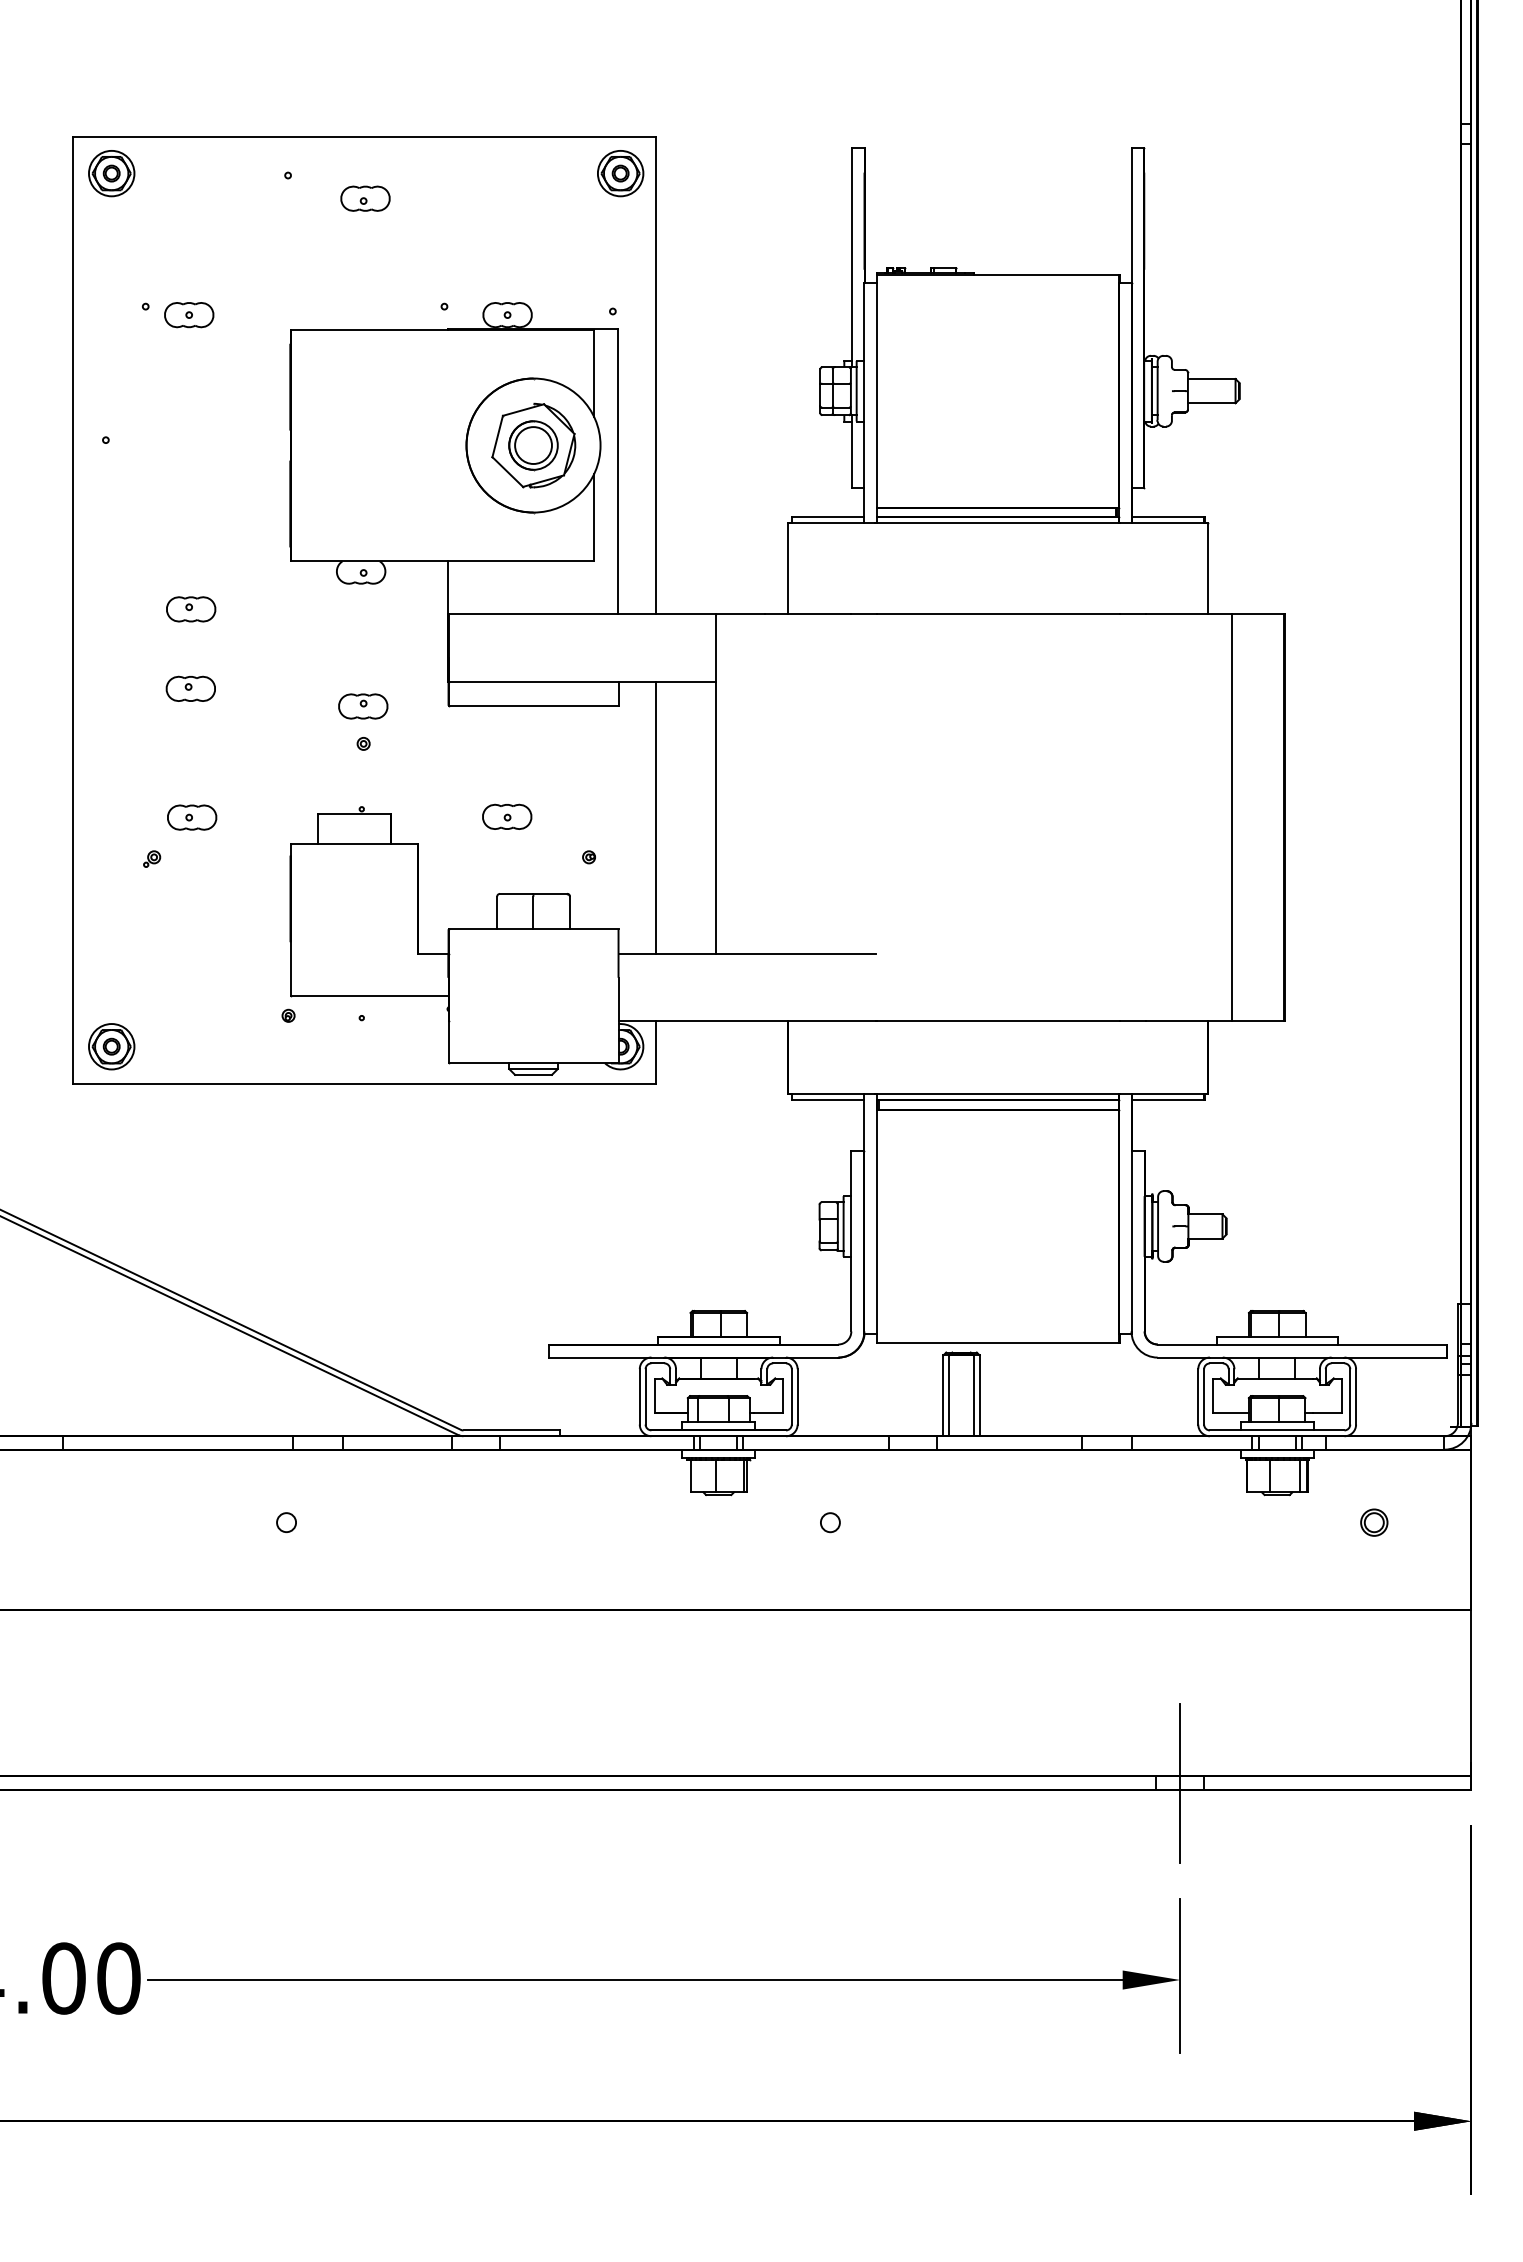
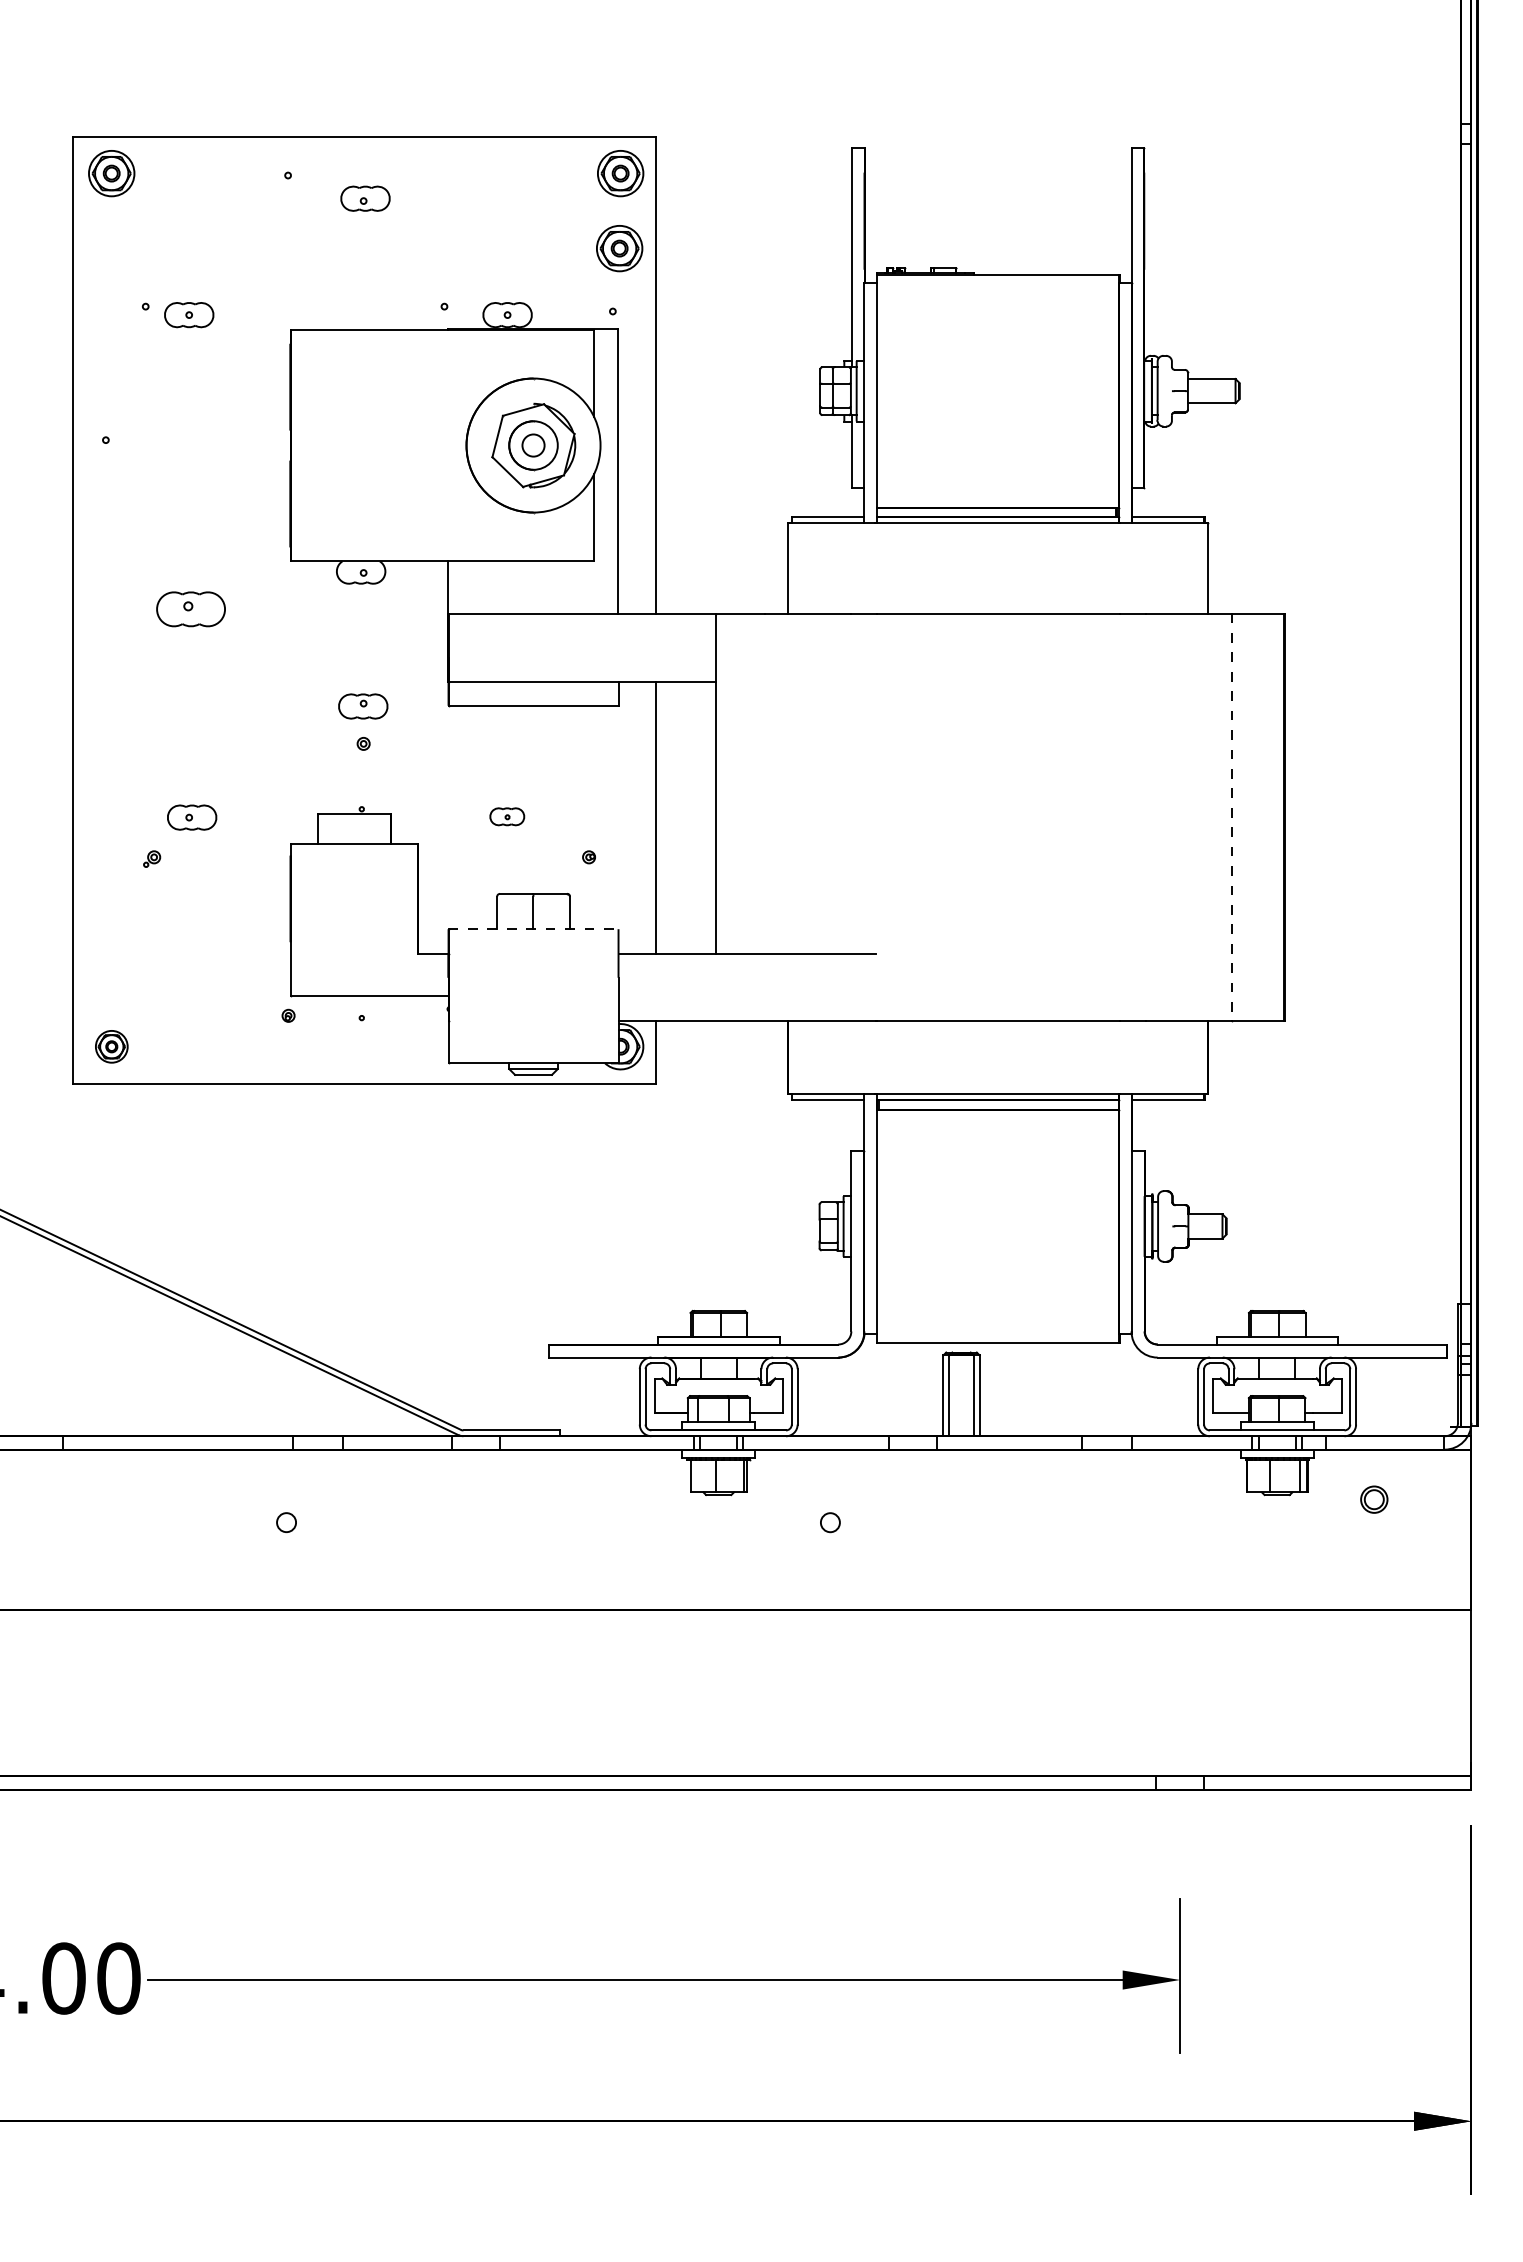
part at (619, 248): none -> present
circle at (533, 445) diameter: 37 px -> 22 px
part at (191, 609) size: 51x27 px -> 70x37 px
part at (190, 688): present -> none
part at (507, 816) size: 51x27 px -> 37x20 px
line at (1231, 817): solid -> dashed
line at (533, 929): solid -> dashed
part at (111, 1046) size: 48x48 px -> 34x34 px
part at (1374, 1522) position: (1374, 1522) -> (1374, 1499)
line at (1180, 1782): present -> none
